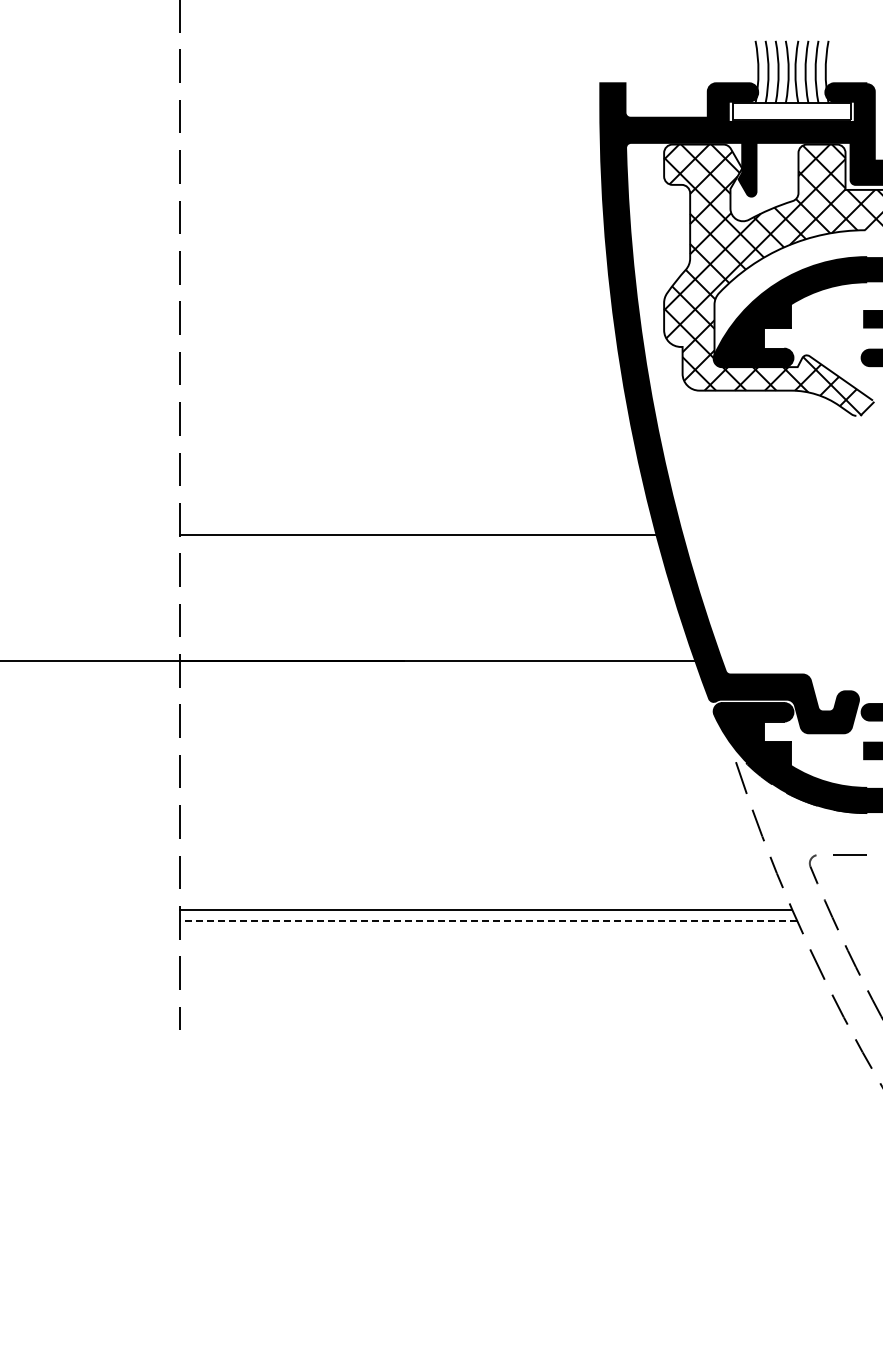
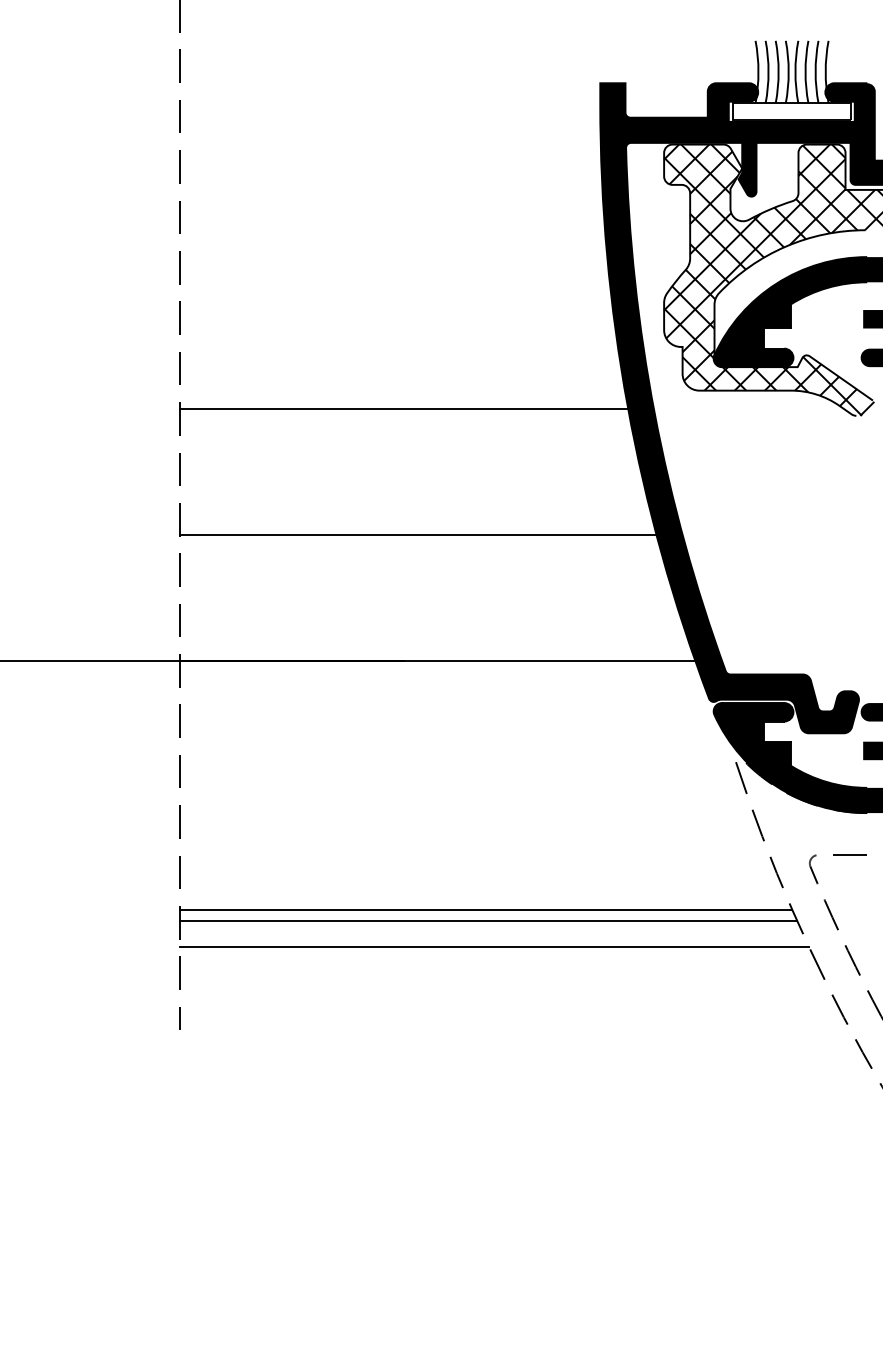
line at (404, 409): none -> present
line at (488, 921): dashed -> solid
line at (494, 946): none -> present
